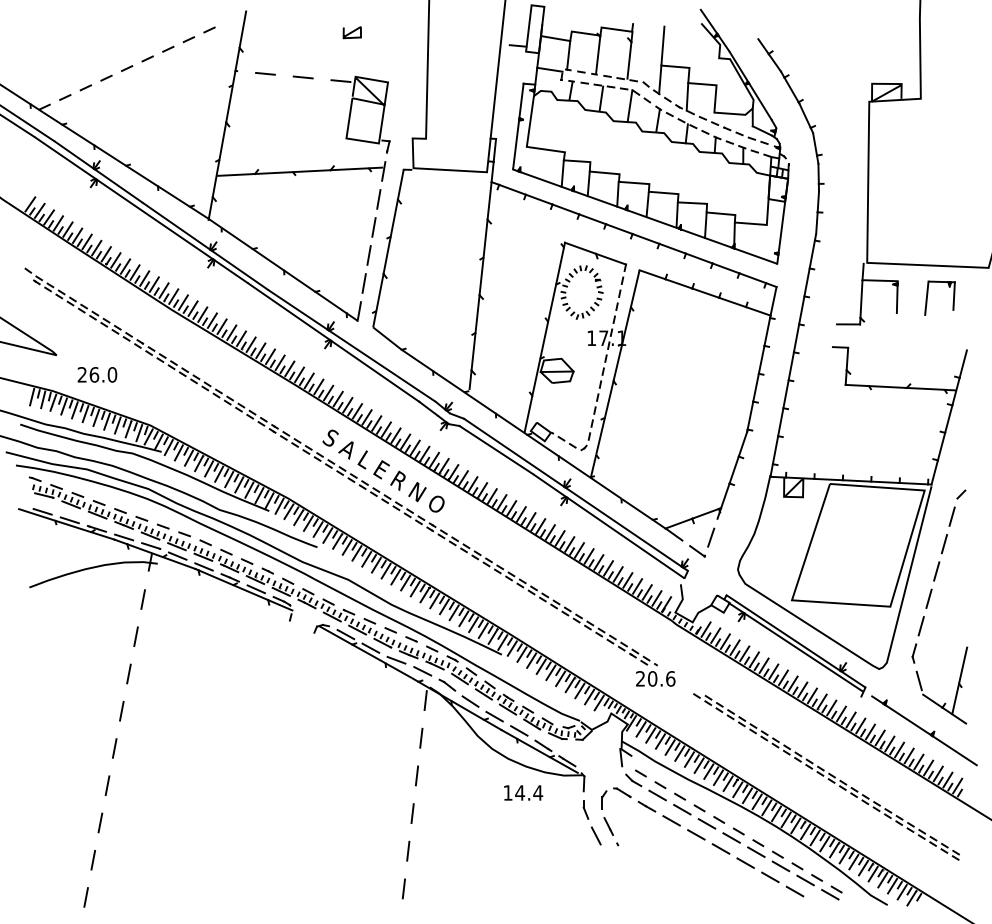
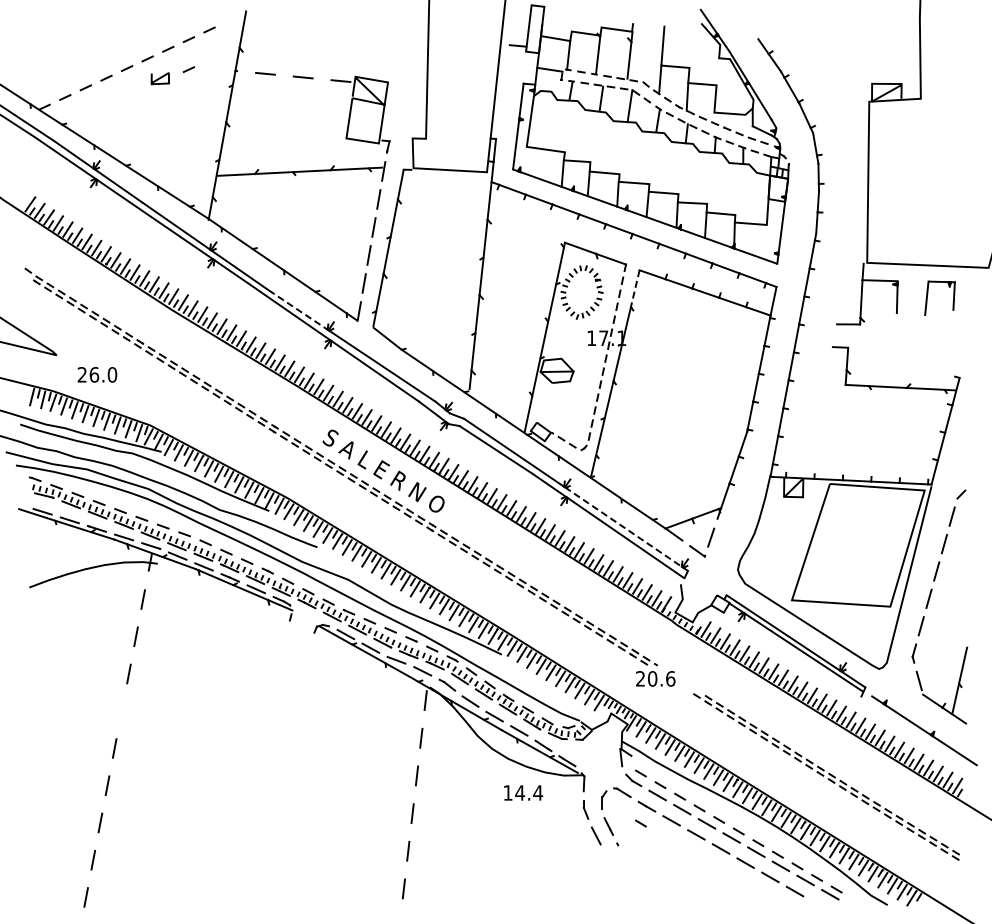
line at (351, 32) position: (351, 32) -> (159, 78)
line at (188, 69): none -> present
line at (635, 289): solid -> dashed
line at (298, 310): solid -> dashed
line at (962, 363): present -> none
line at (623, 527): solid -> dashed
line at (121, 711): present -> none
line at (640, 823): none -> present
